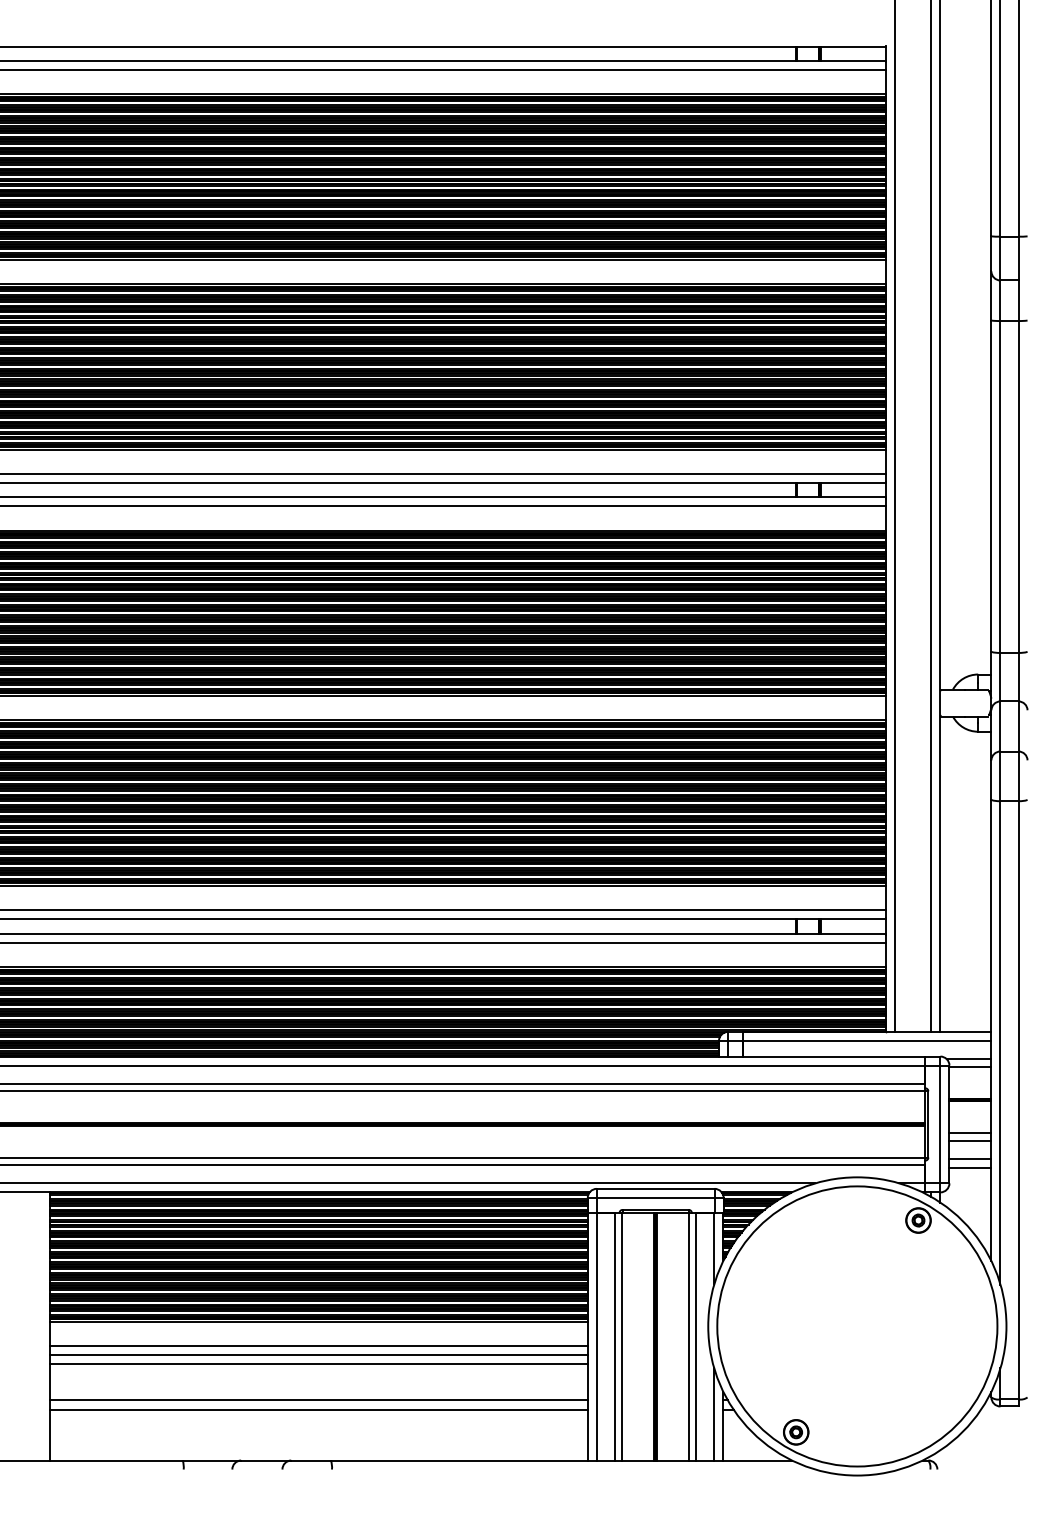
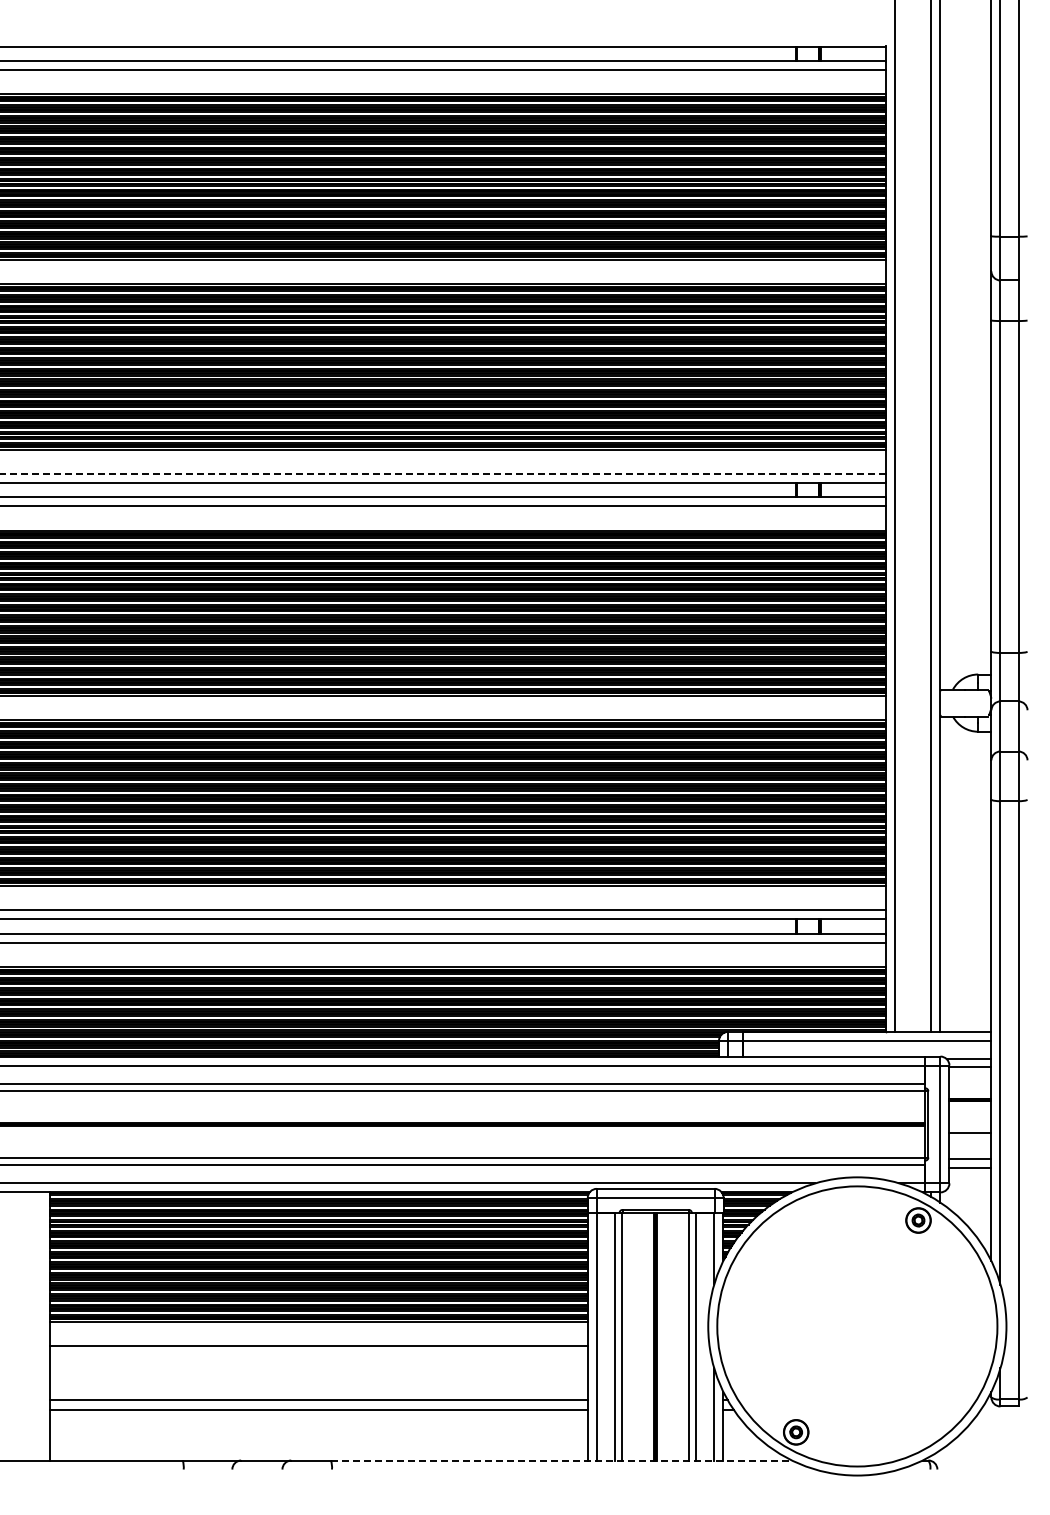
line at (443, 473): solid -> dashed
line at (970, 1140): present -> none
line at (318, 1355): present -> none
line at (318, 1364): present -> none
line at (561, 1460): solid -> dashed
